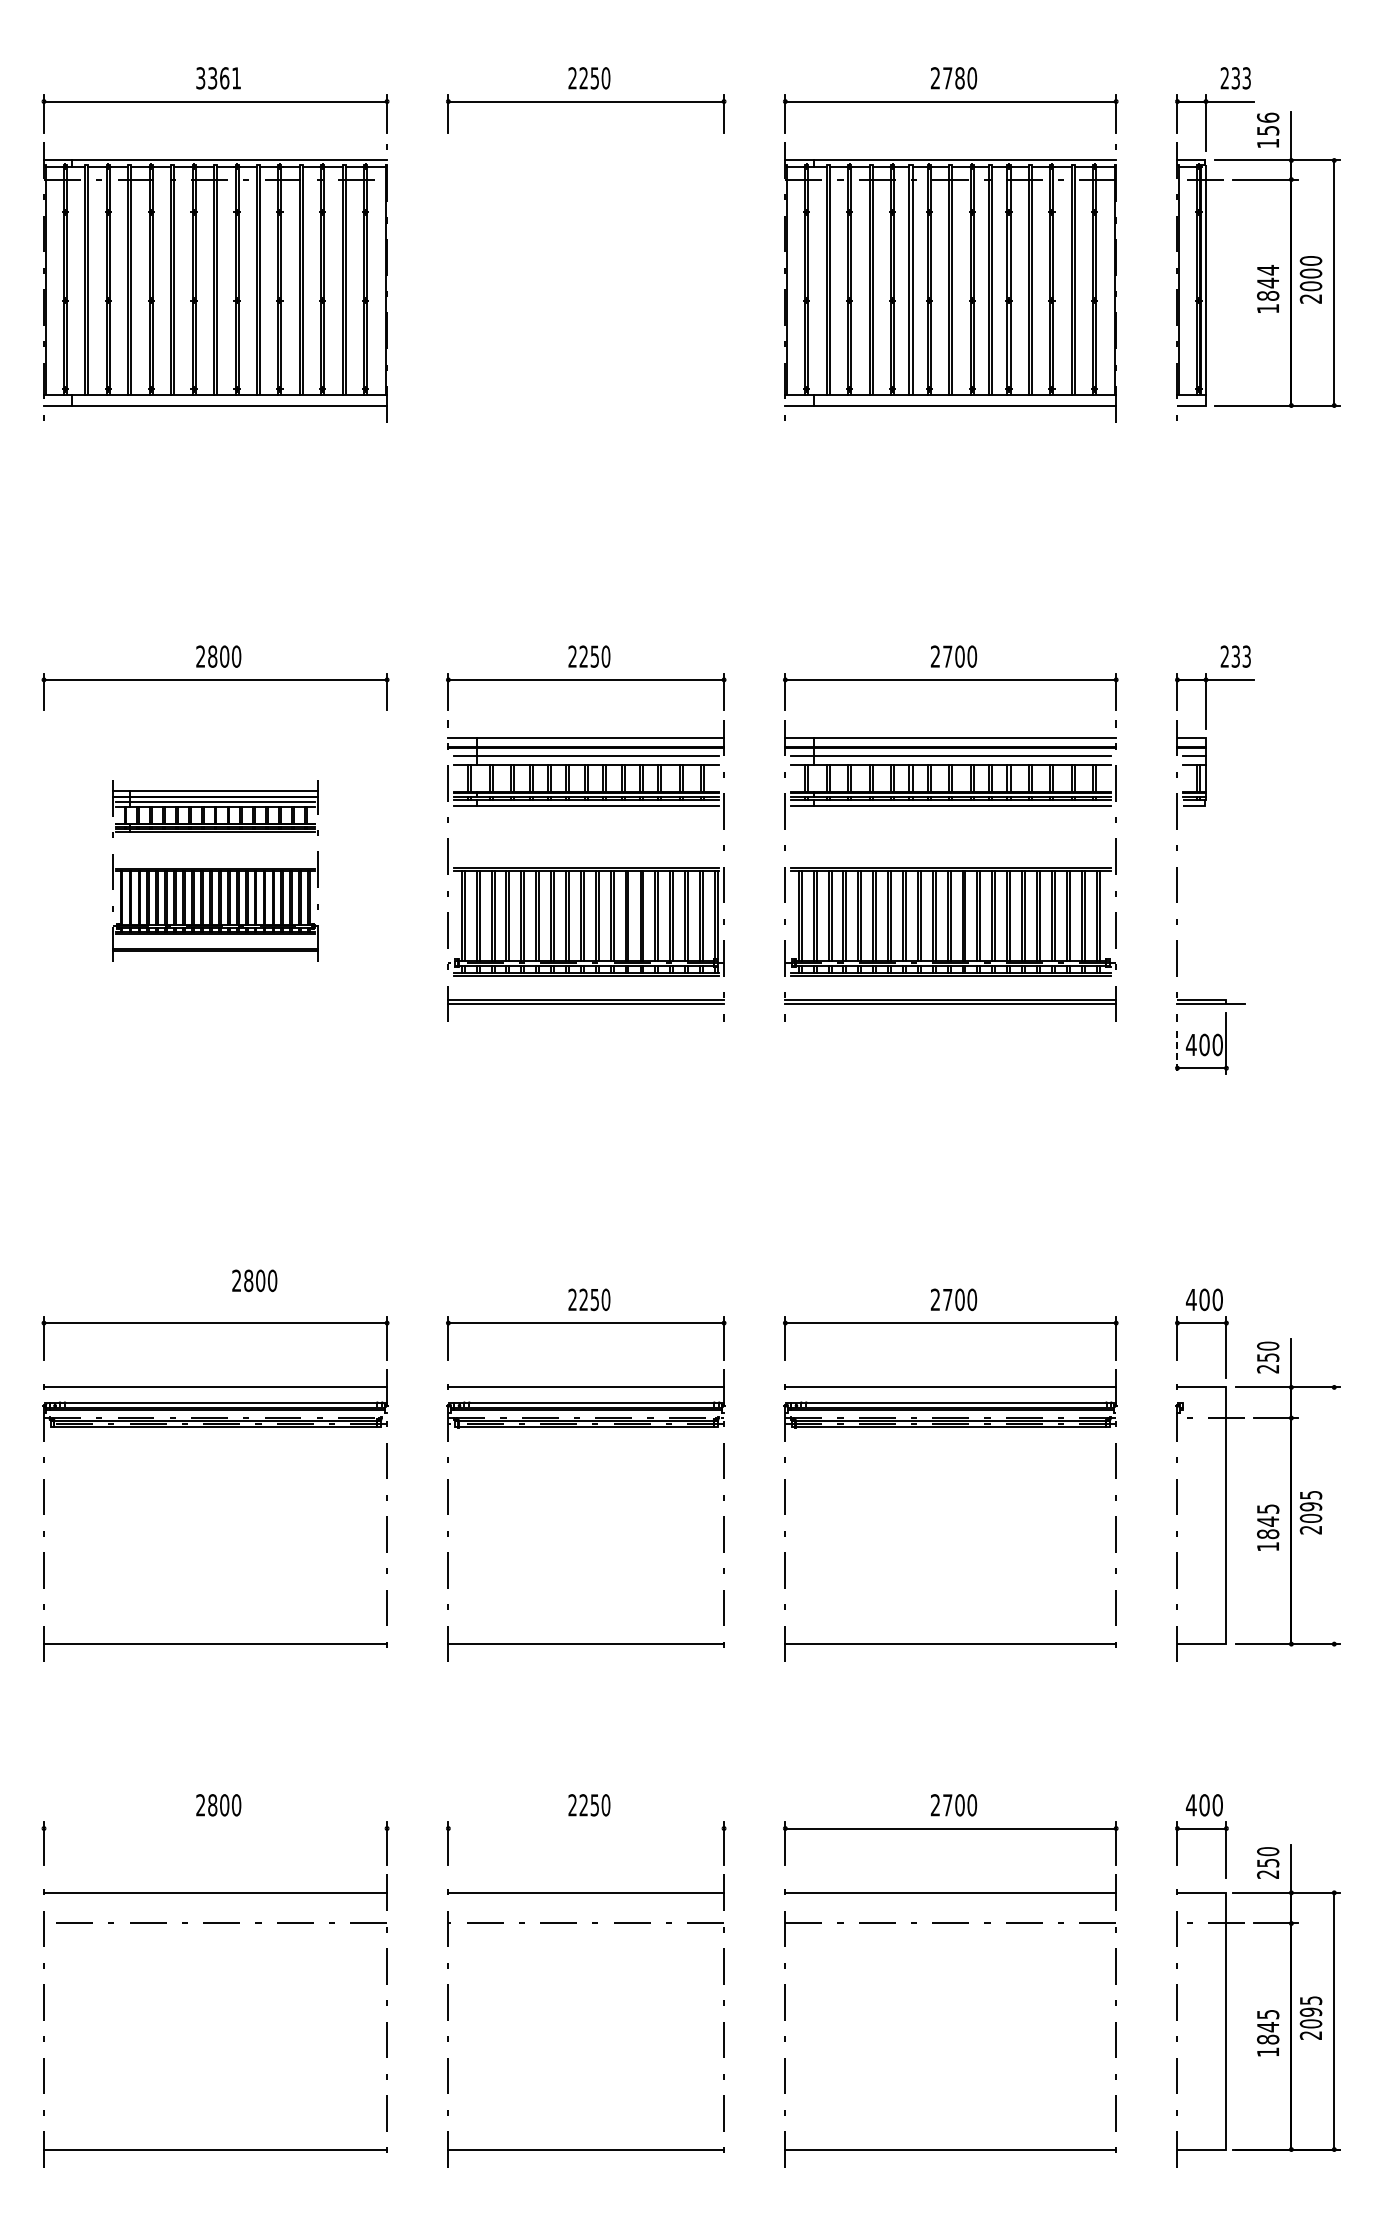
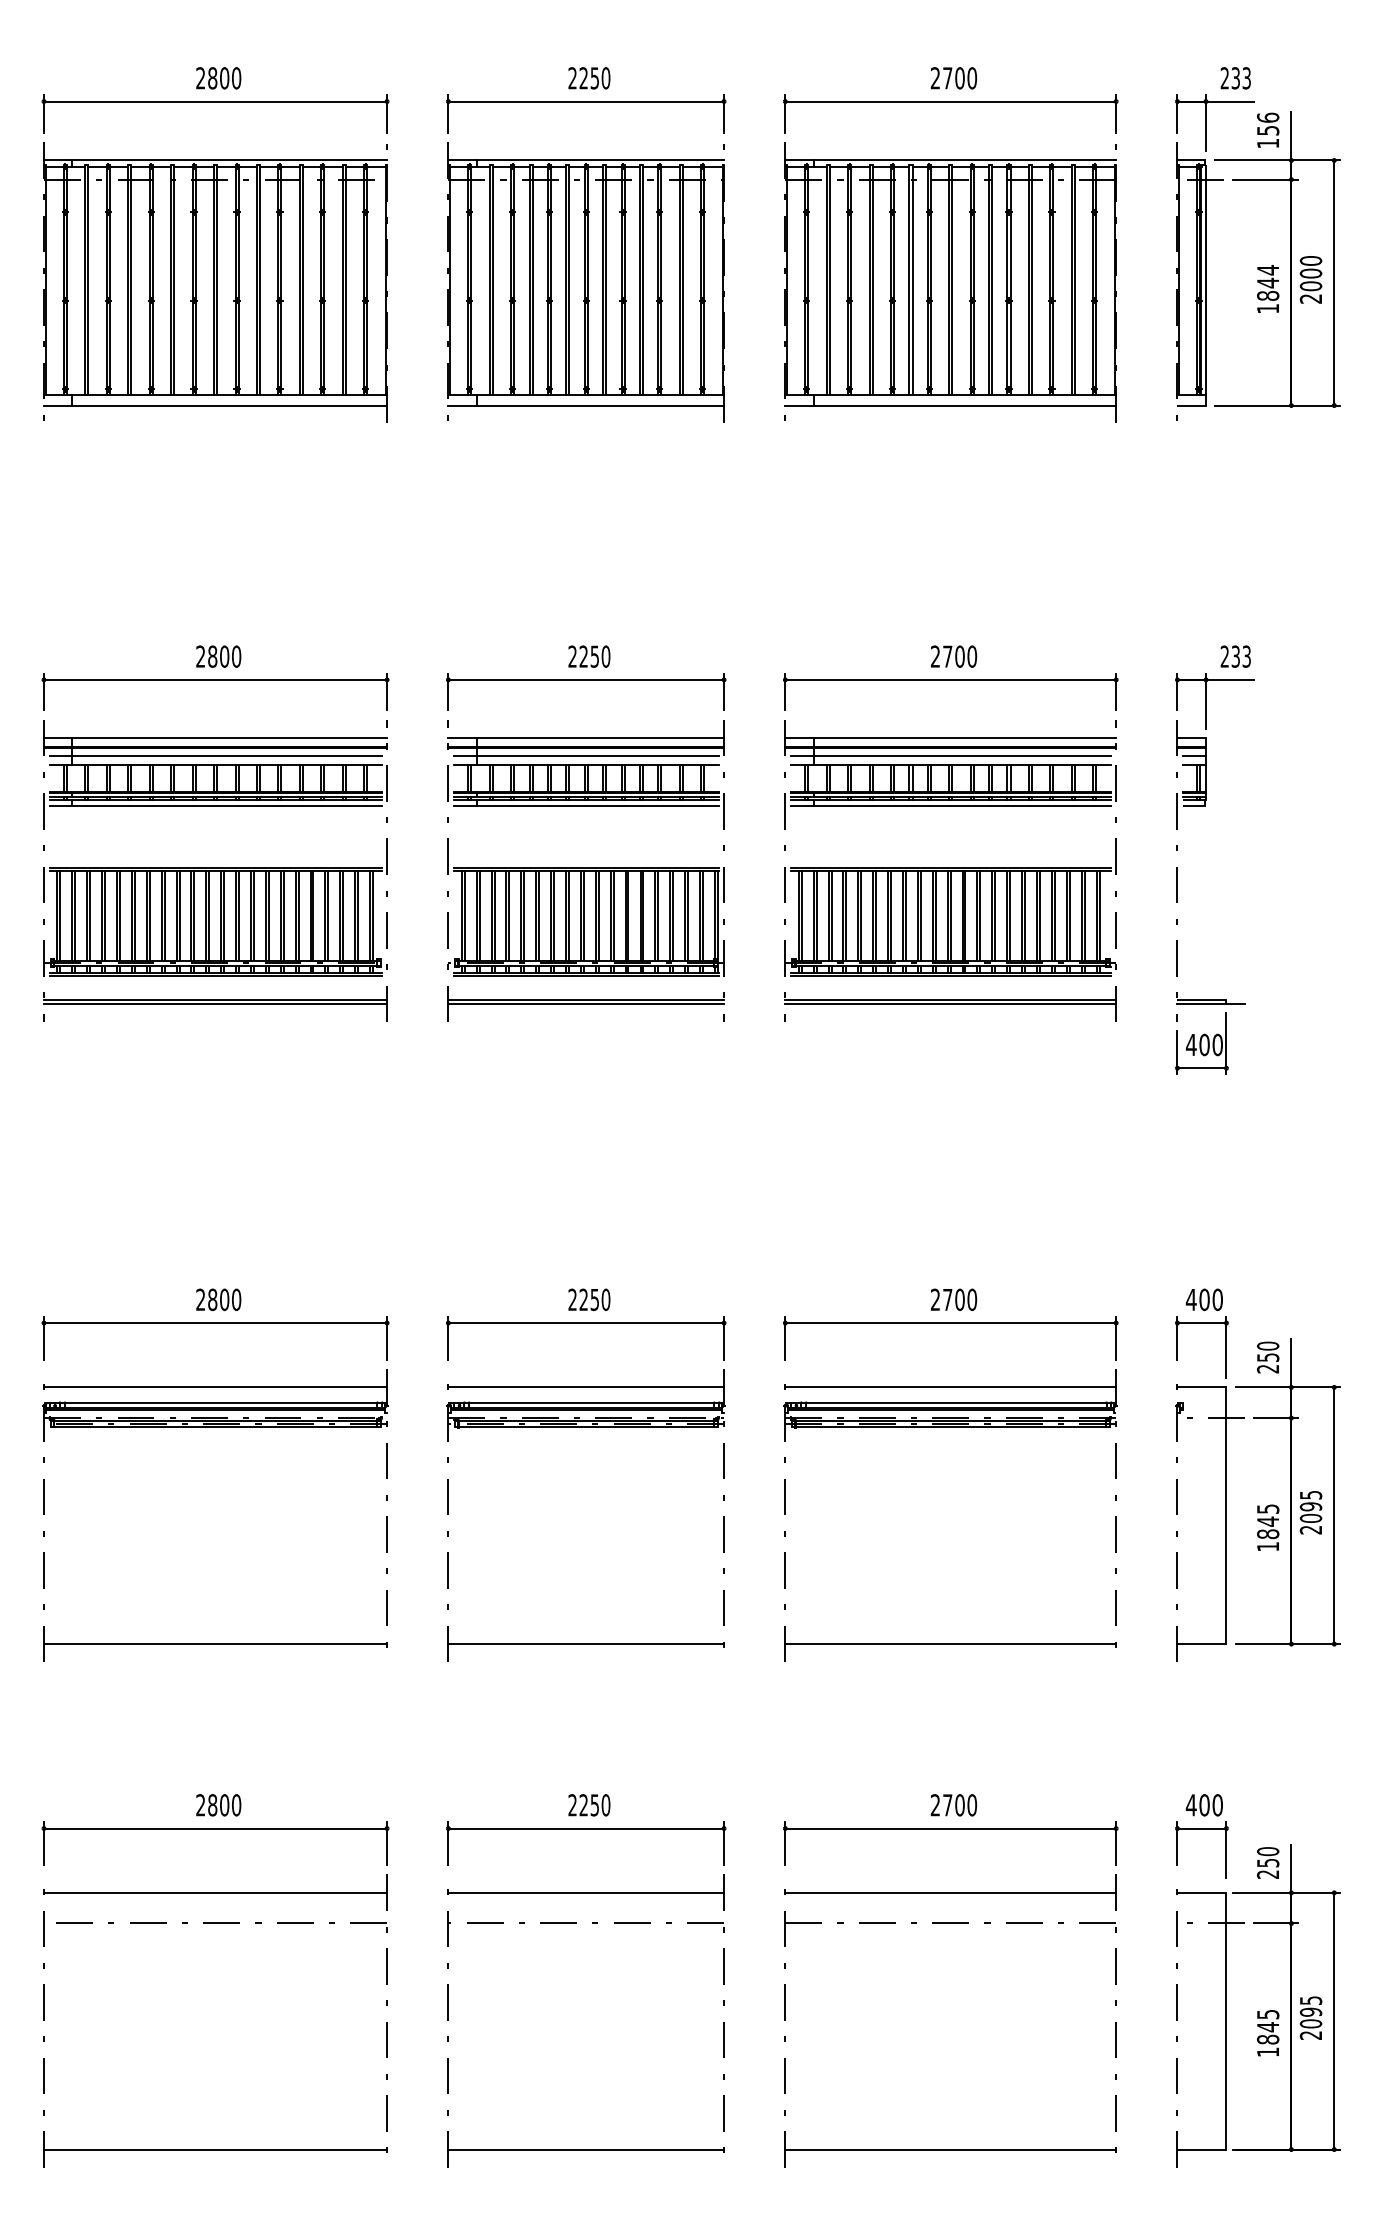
text at (218, 78): 3361 -> 2800
text at (959, 78): 2780 -> 2700
part at (585, 282): none -> present
part at (215, 870) size: 207x182 px -> 345x302 px
line at (1177, 1053): dashed -> solid
text at (254, 1280) position: (254, 1280) -> (218, 1299)
line at (1334, 1515): none -> present
line at (215, 1828): none -> present
line at (586, 1828): none -> present
